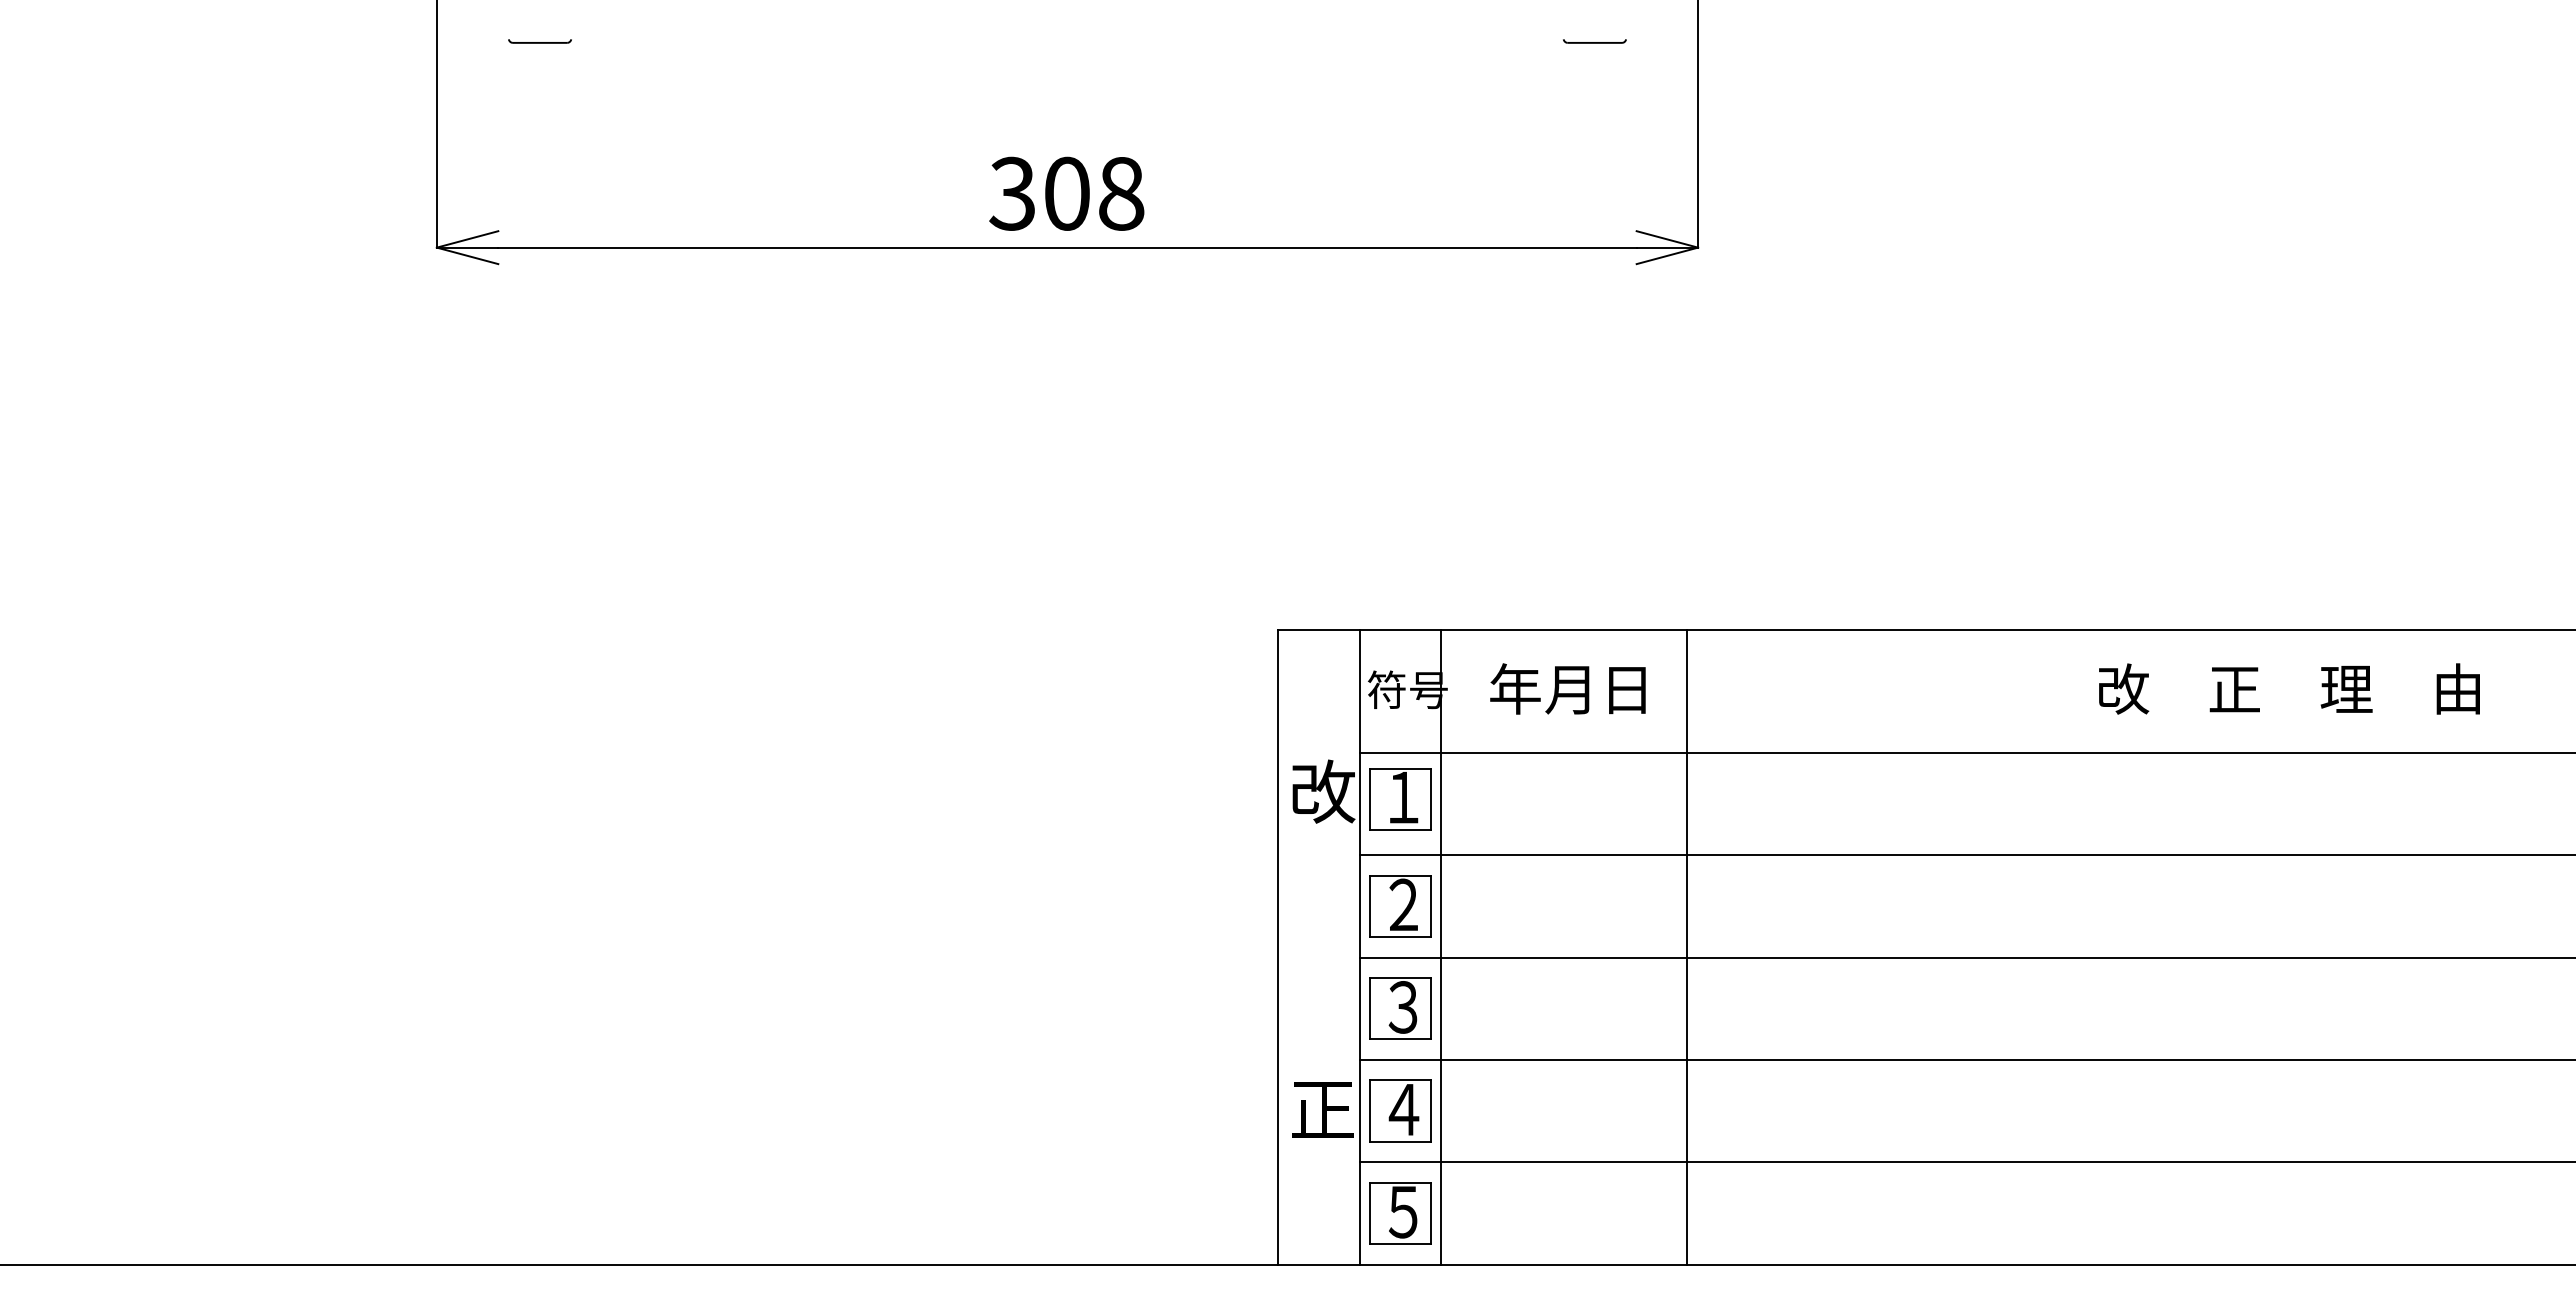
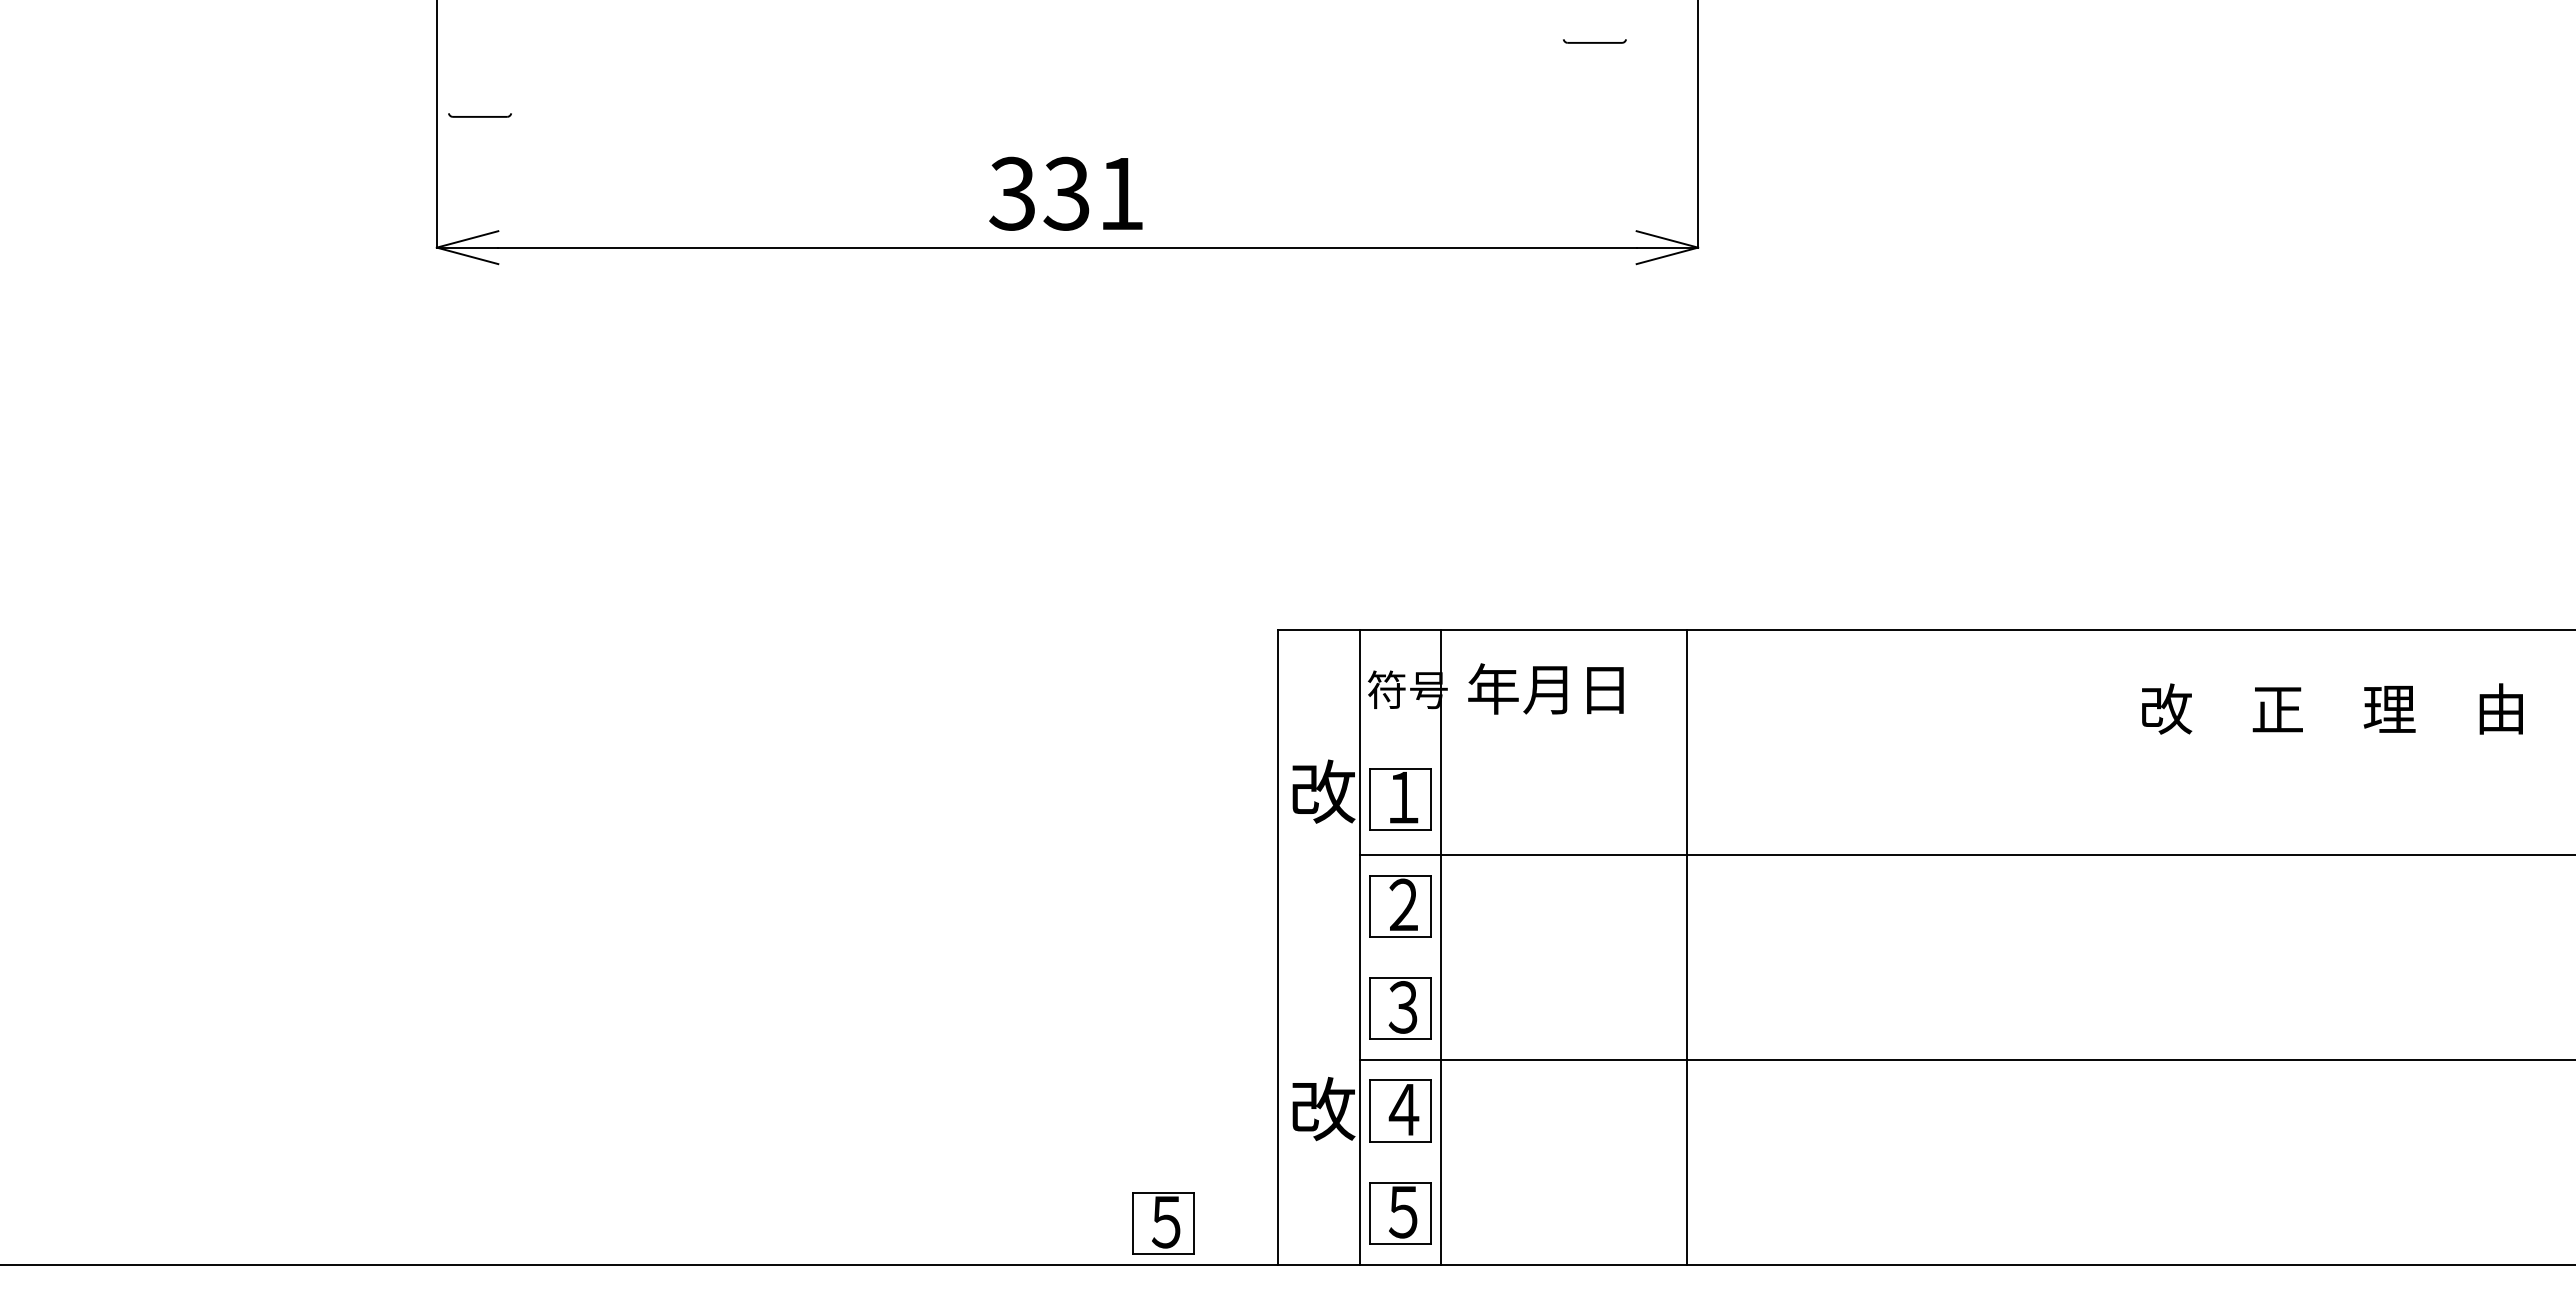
part at (539, 41) position: (539, 41) -> (479, 115)
text at (1093, 193): 308 -> 331
text at (1567, 688) position: (1567, 688) -> (1545, 688)
text at (2289, 688) position: (2289, 688) -> (2332, 708)
line at (1965, 752): present -> none
line at (1965, 957): present -> none
text at (1323, 1109): 正 -> 改
line at (1965, 1162): present -> none
part at (1163, 1223): none -> present
